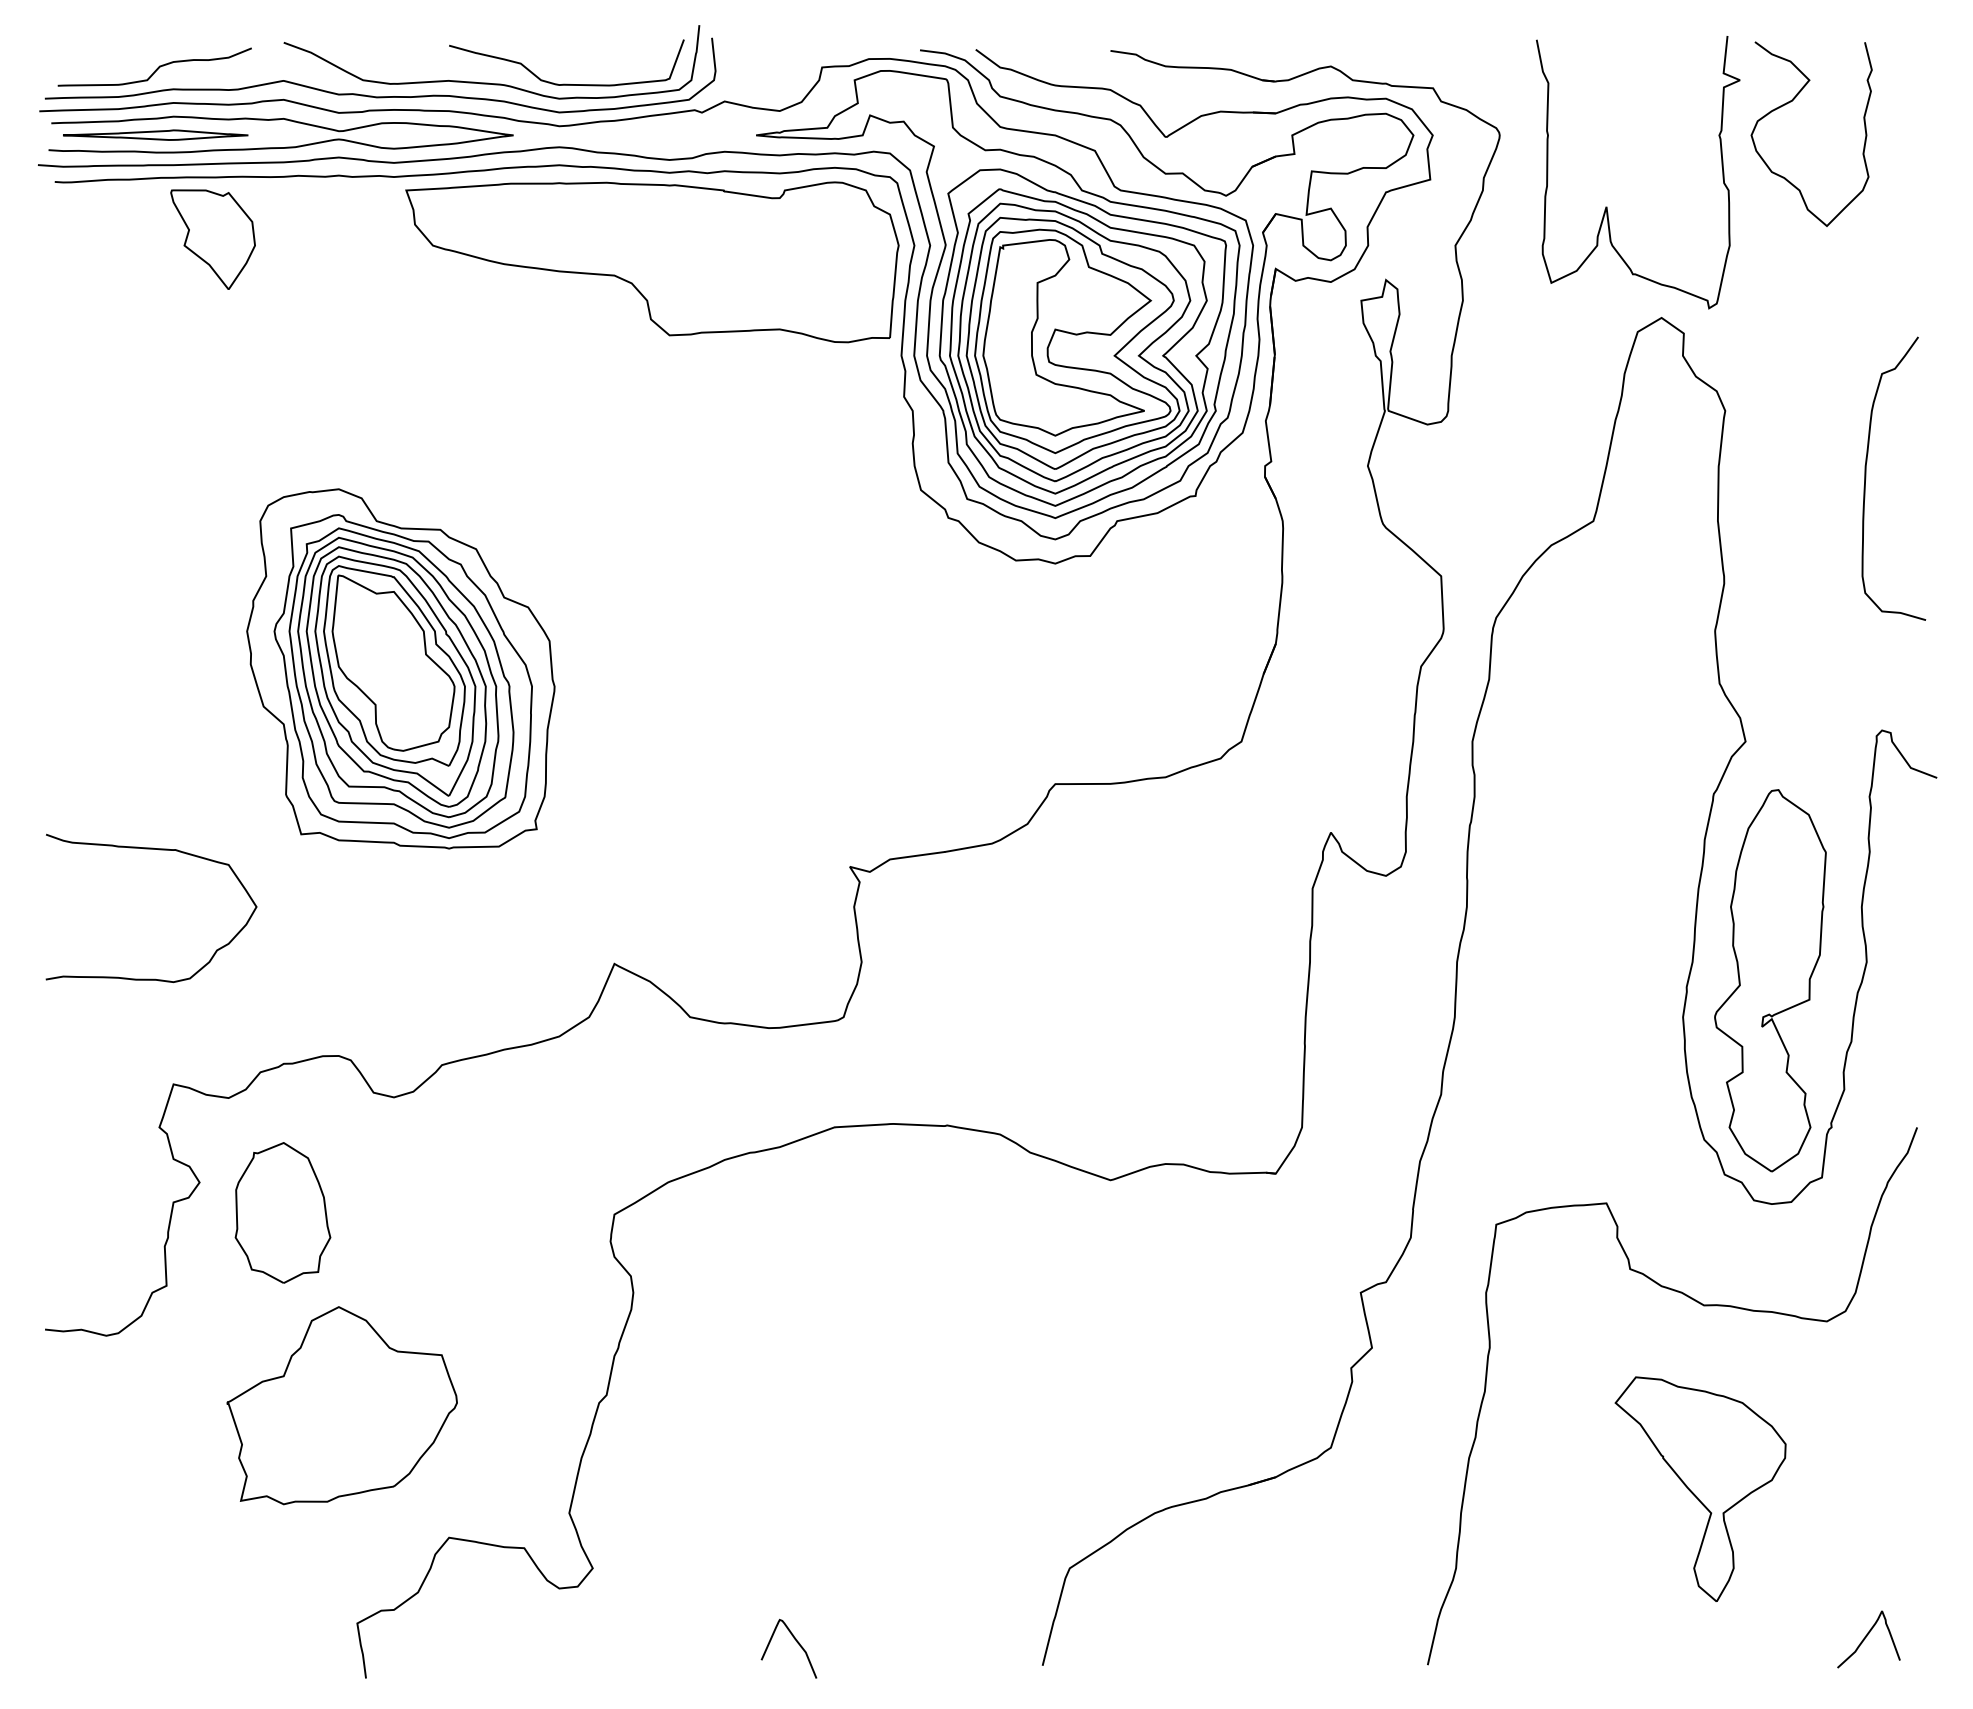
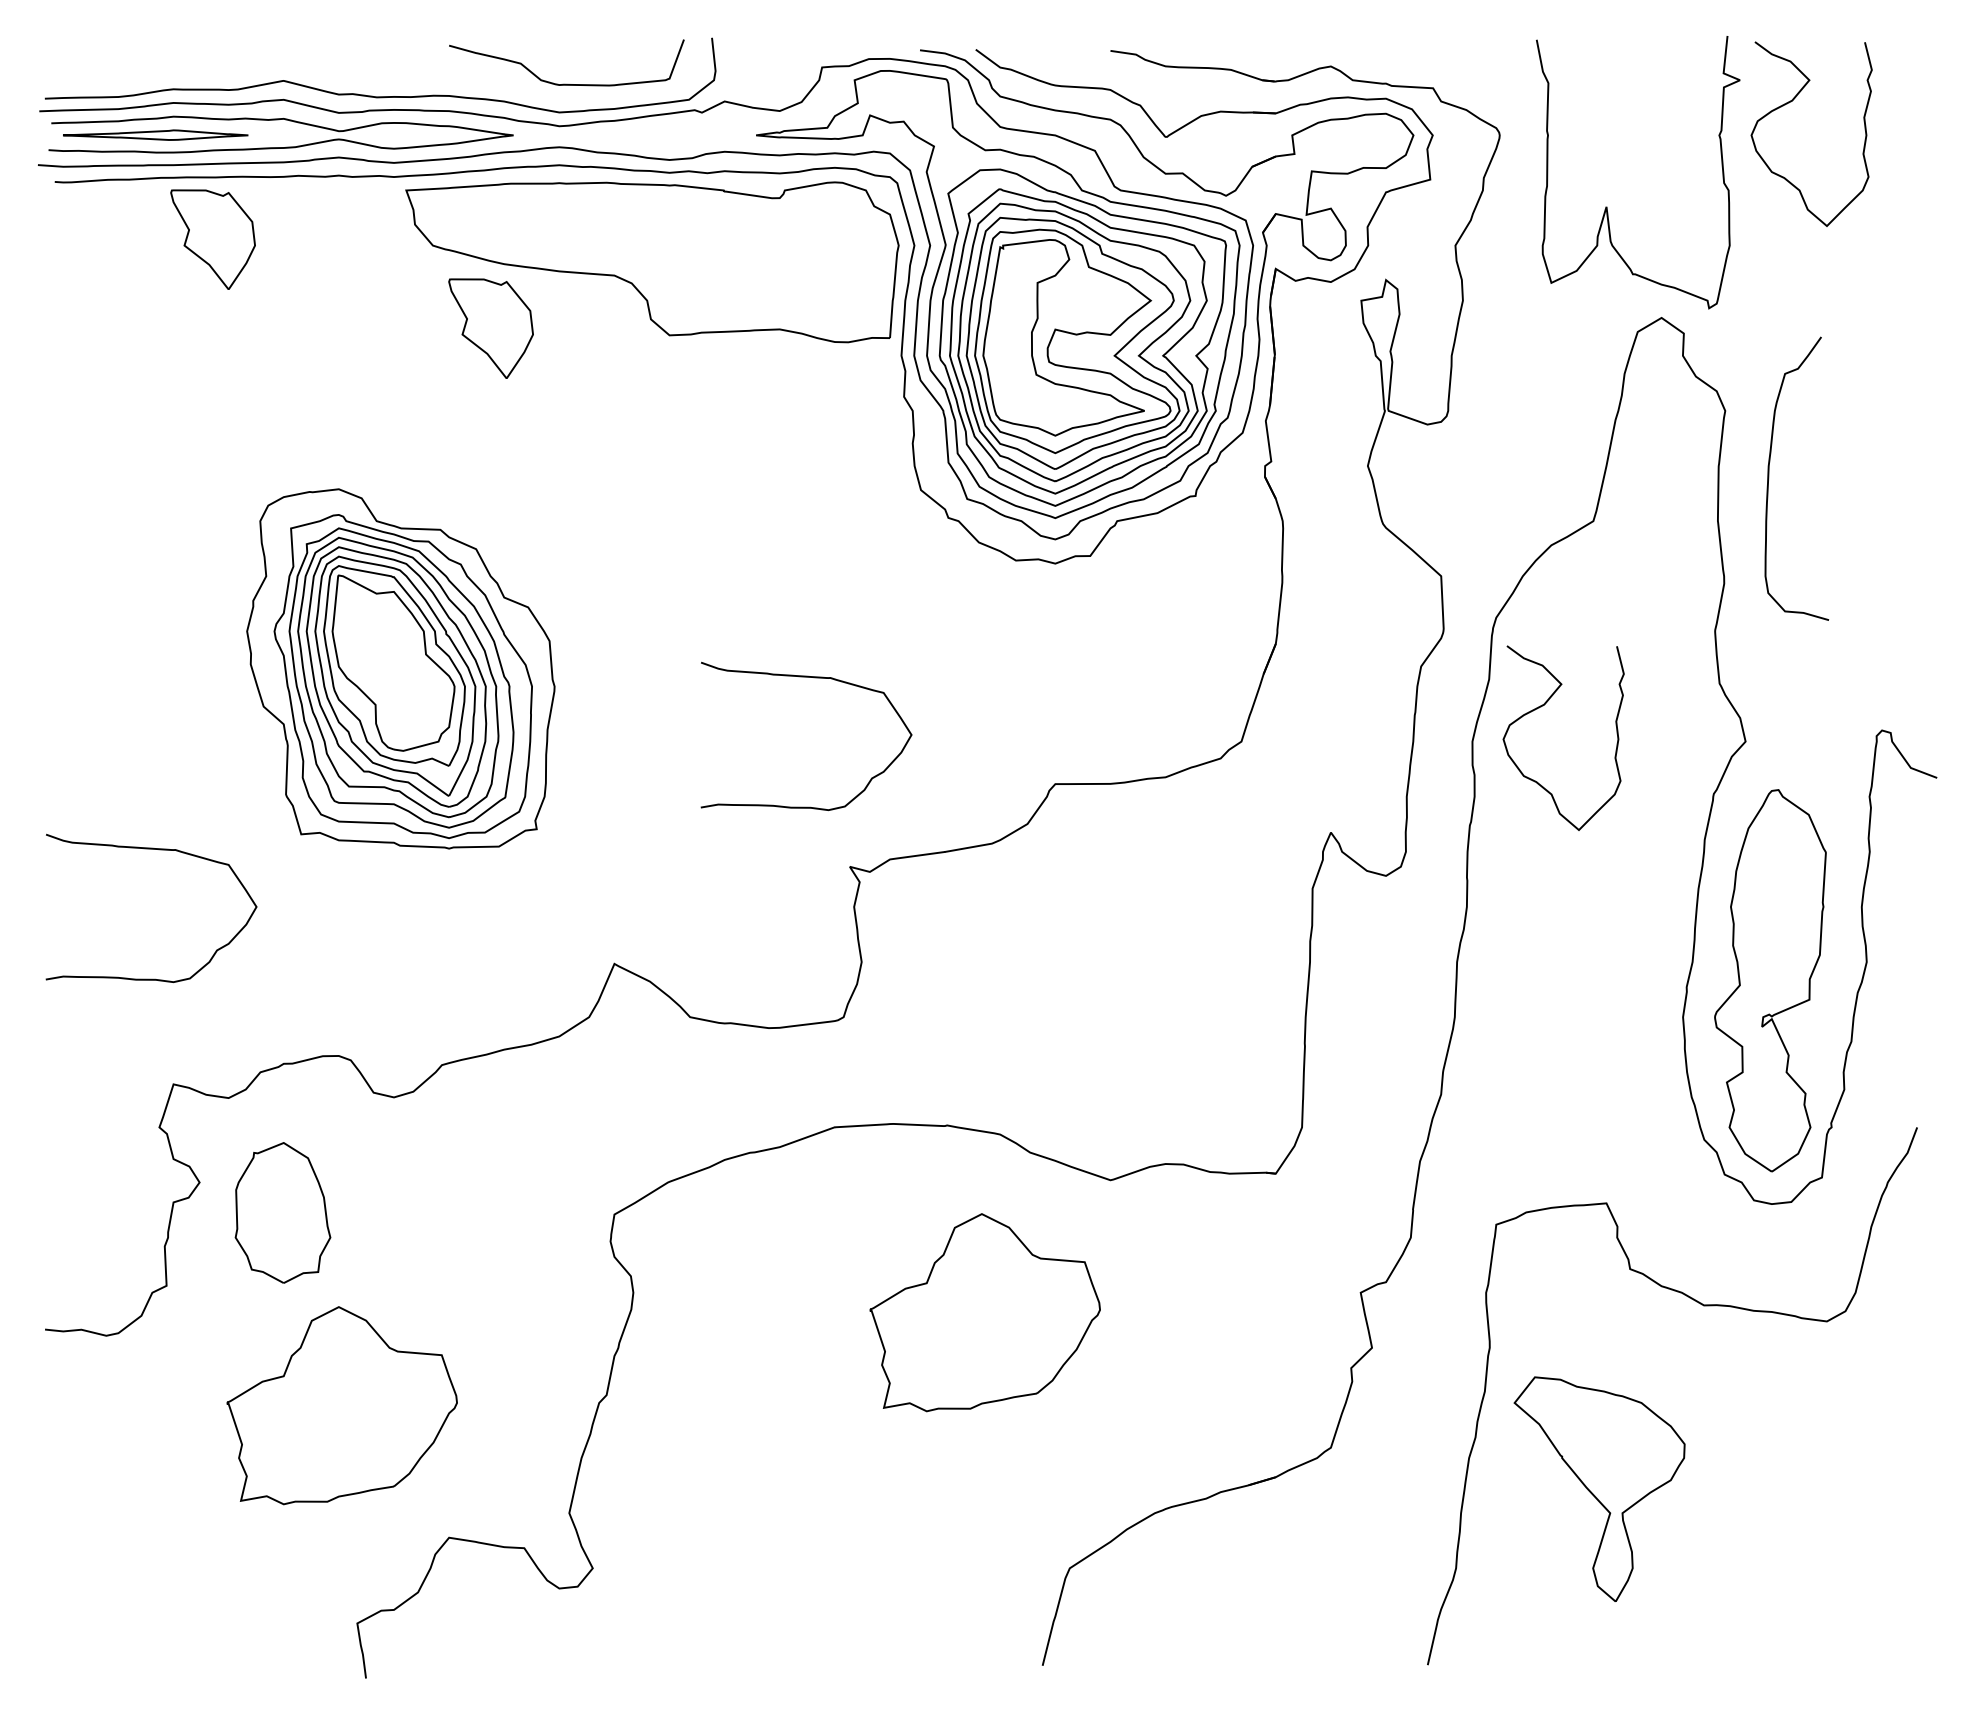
curve at (156, 68): present -> none
curve at (488, 82): present -> none
part at (490, 328): none -> present
curve at (1866, 478) position: (1866, 478) -> (1769, 478)
curve at (814, 678): none -> present
curve at (1543, 706): none -> present
part at (984, 1312): none -> present
part at (1700, 1488) position: (1700, 1488) -> (1599, 1488)
curve at (1866, 1637): present -> none
curve at (796, 1642): present -> none
